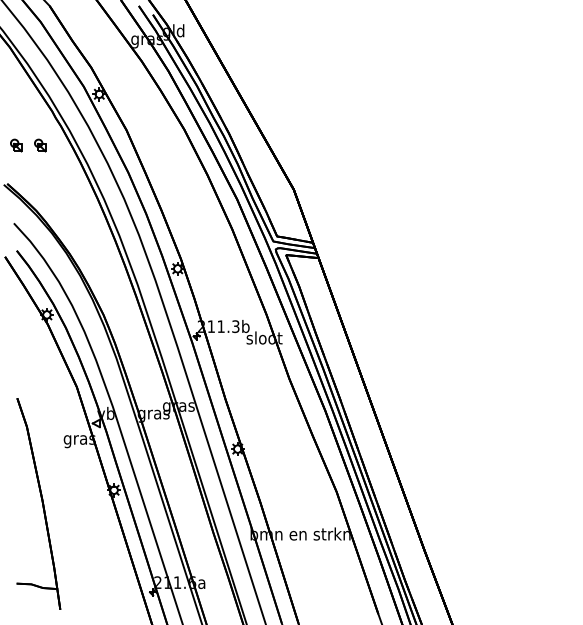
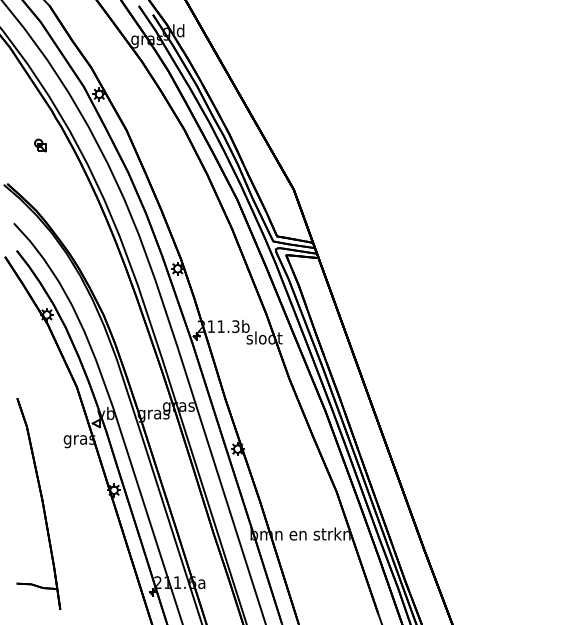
part at (16, 145): present -> none
